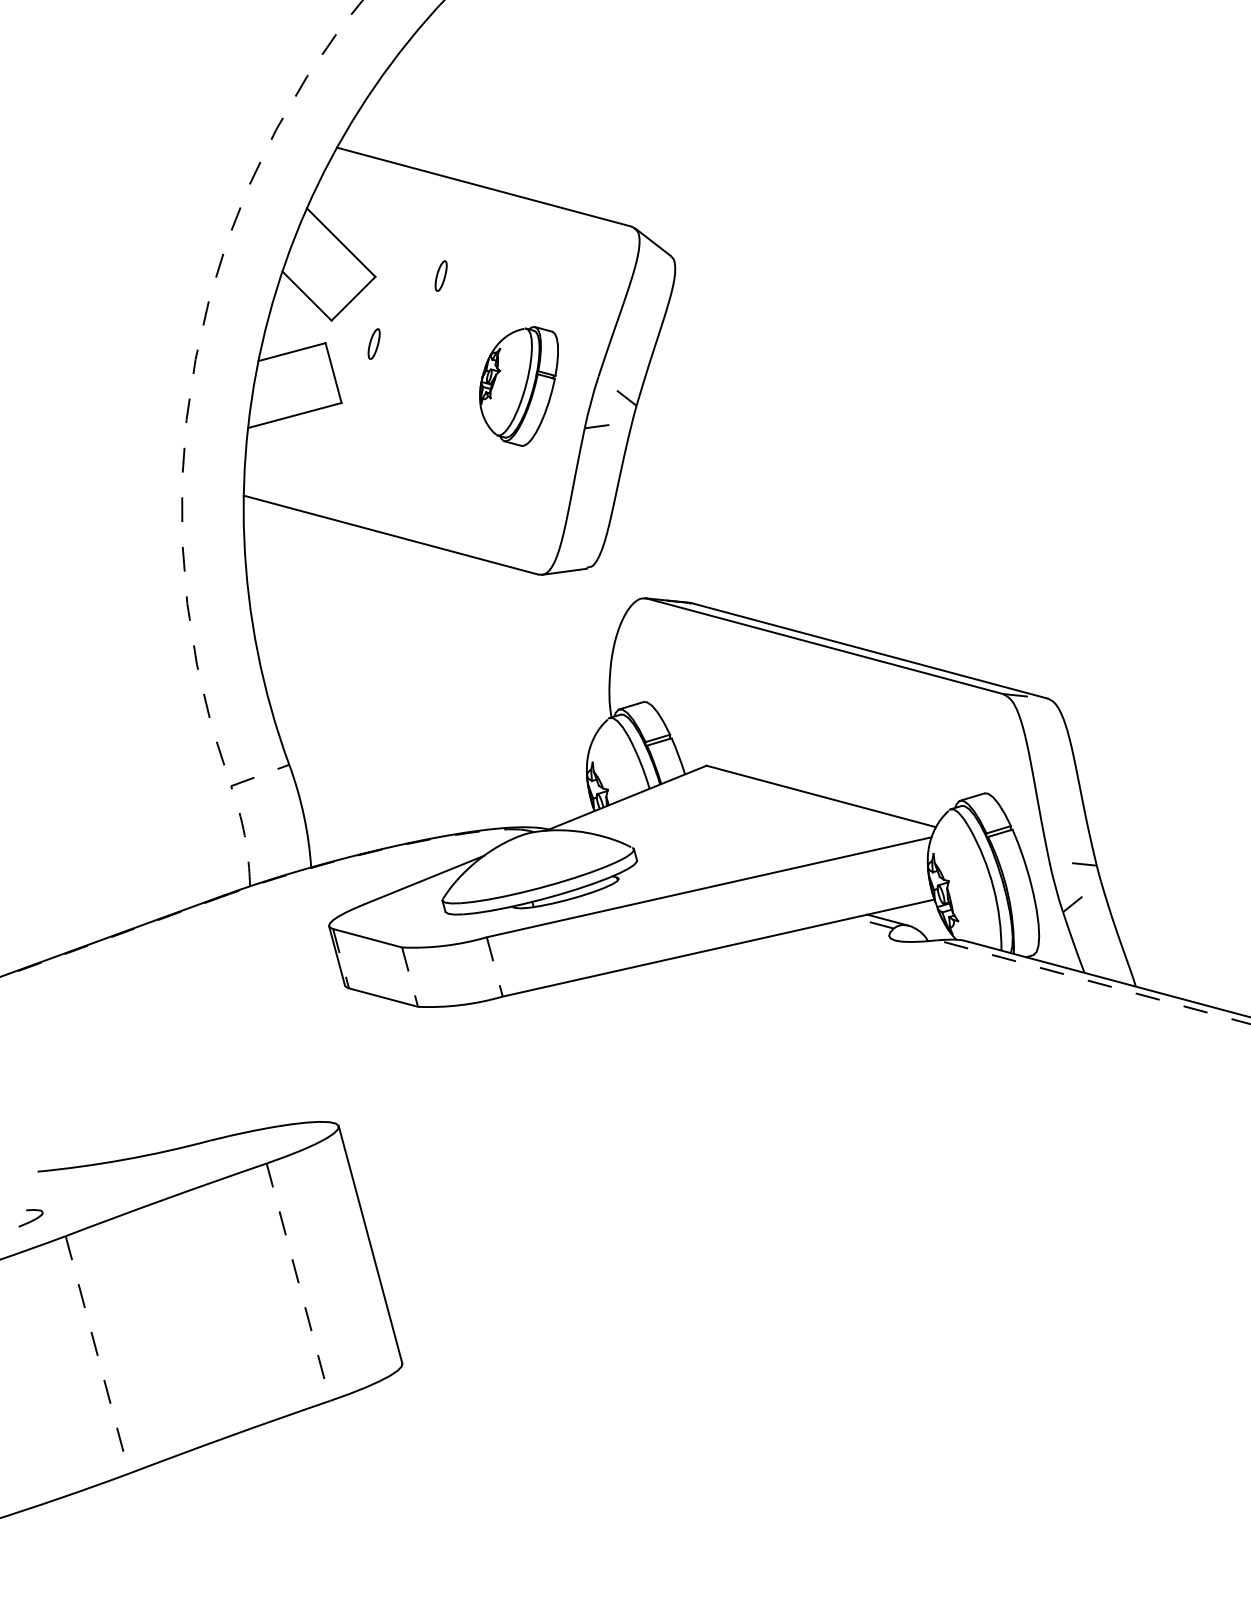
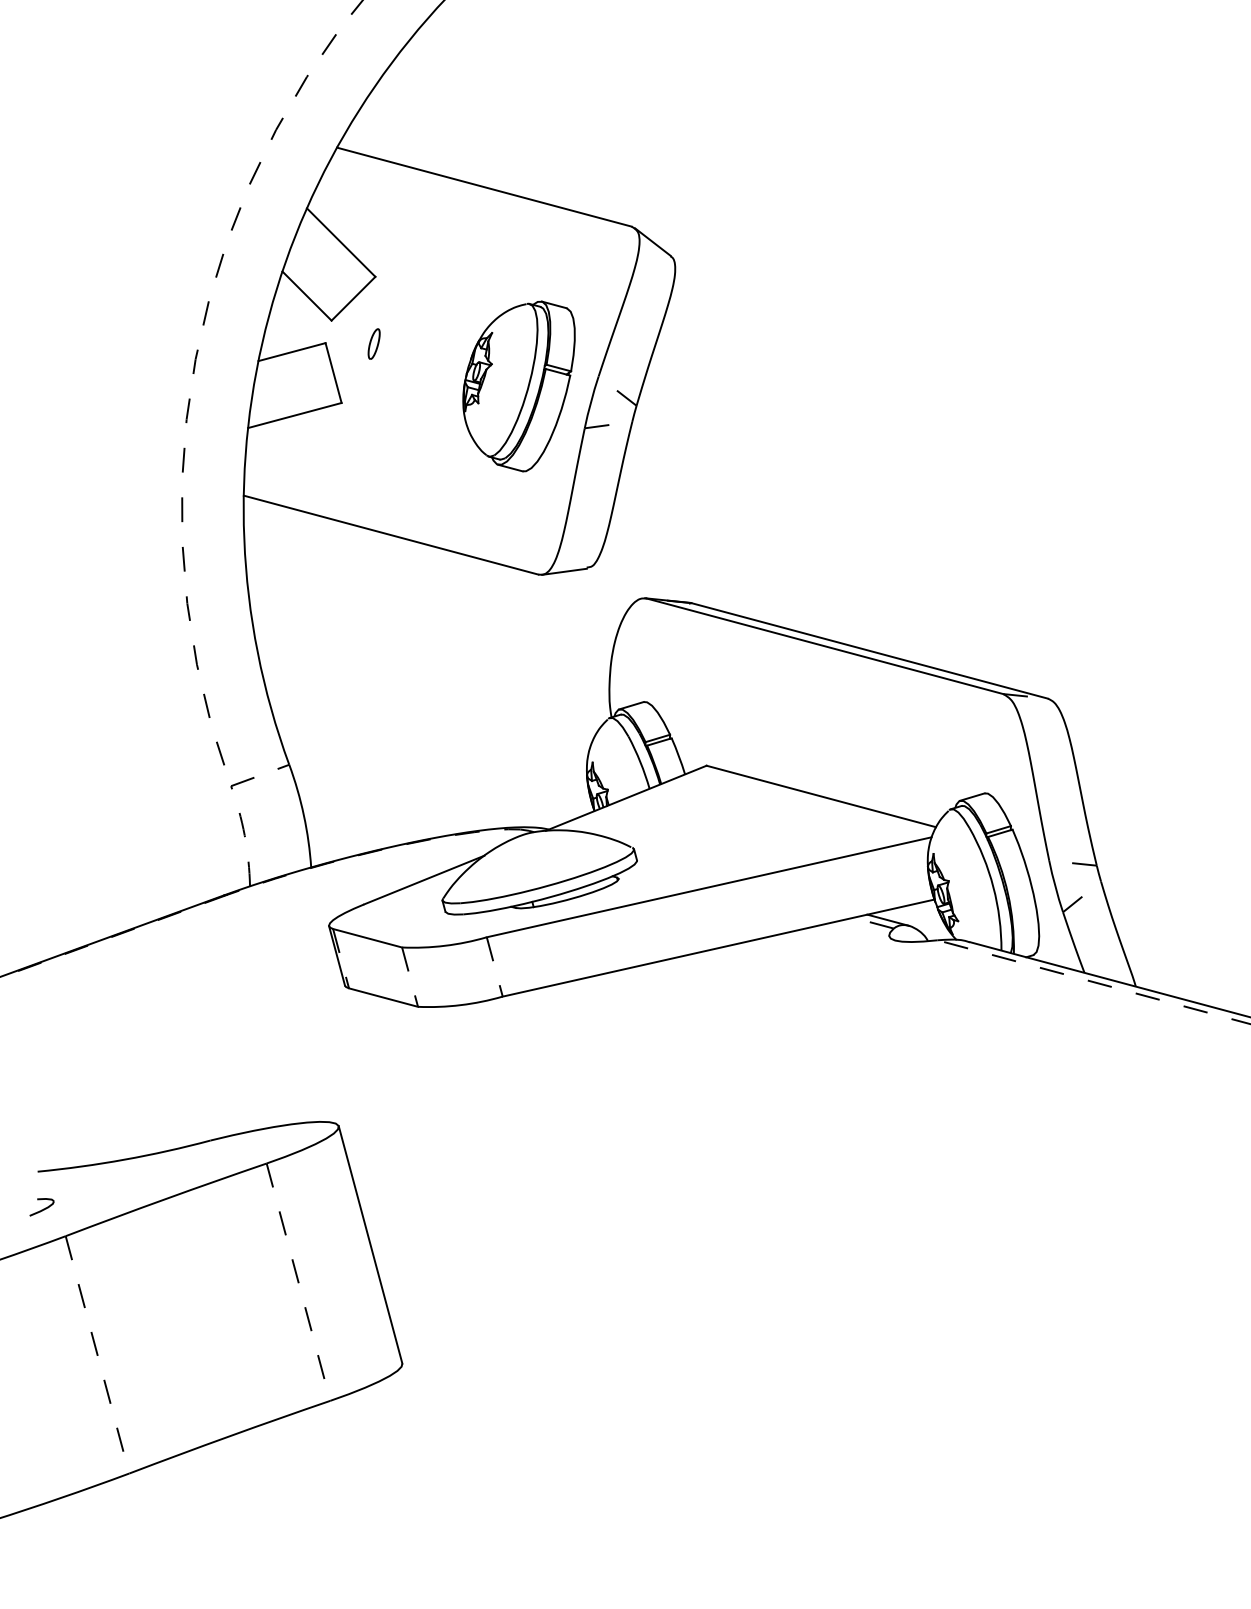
part at (440, 275): present -> none
part at (518, 386) size: 80x121 px -> 114x173 px
part at (30, 1218) position: (30, 1218) -> (41, 1207)
